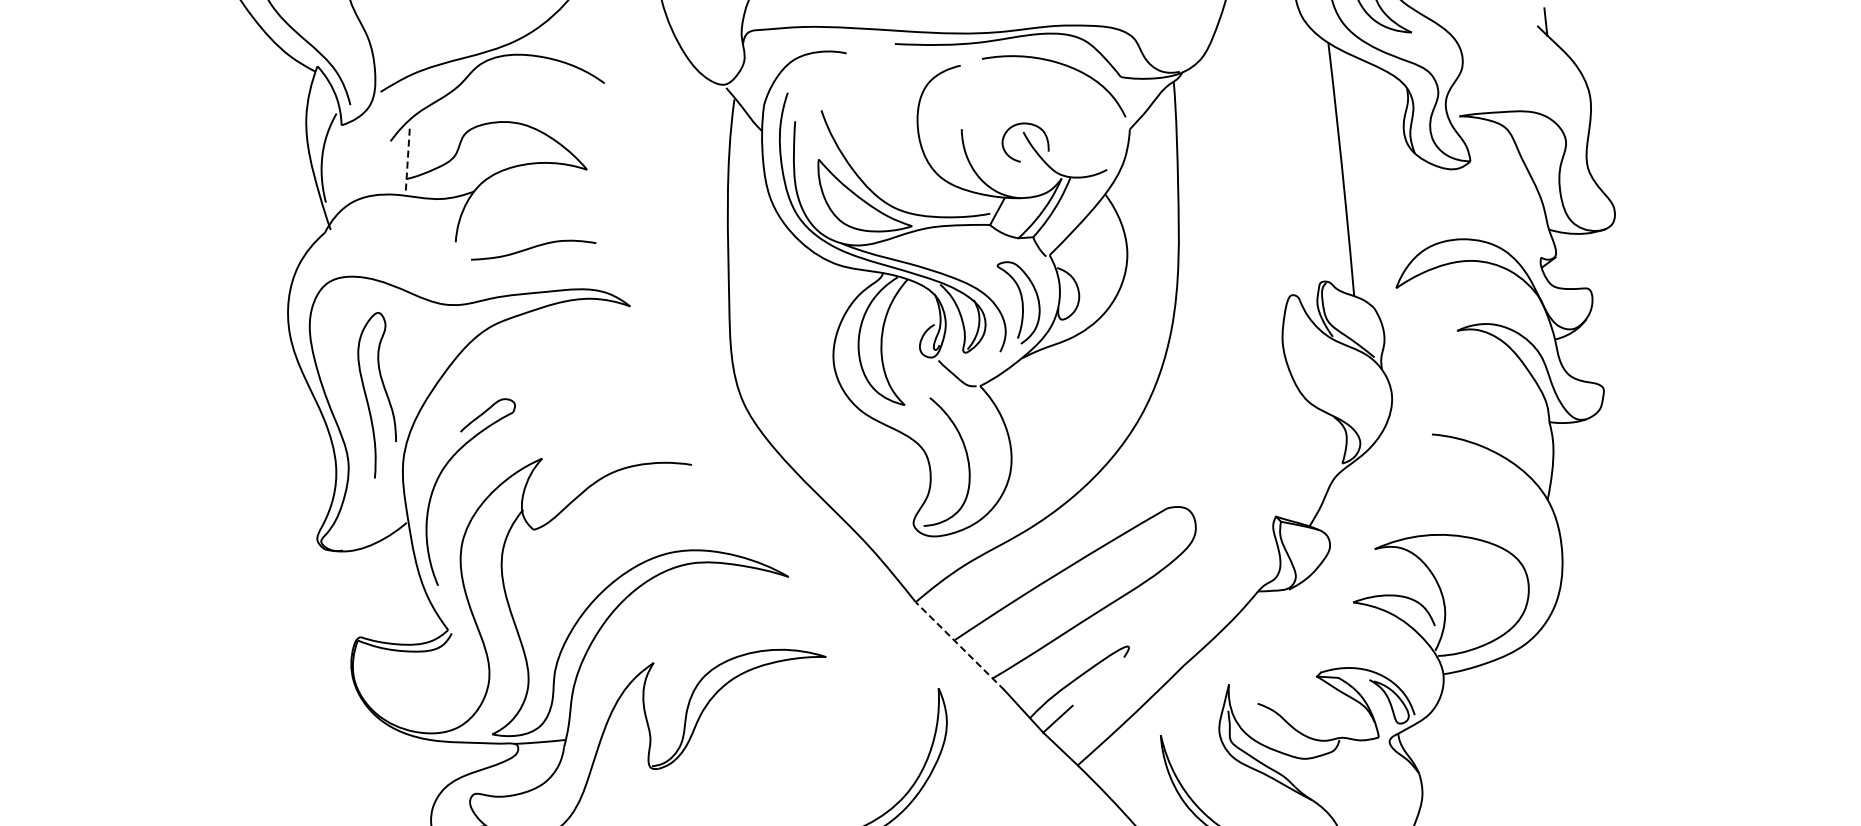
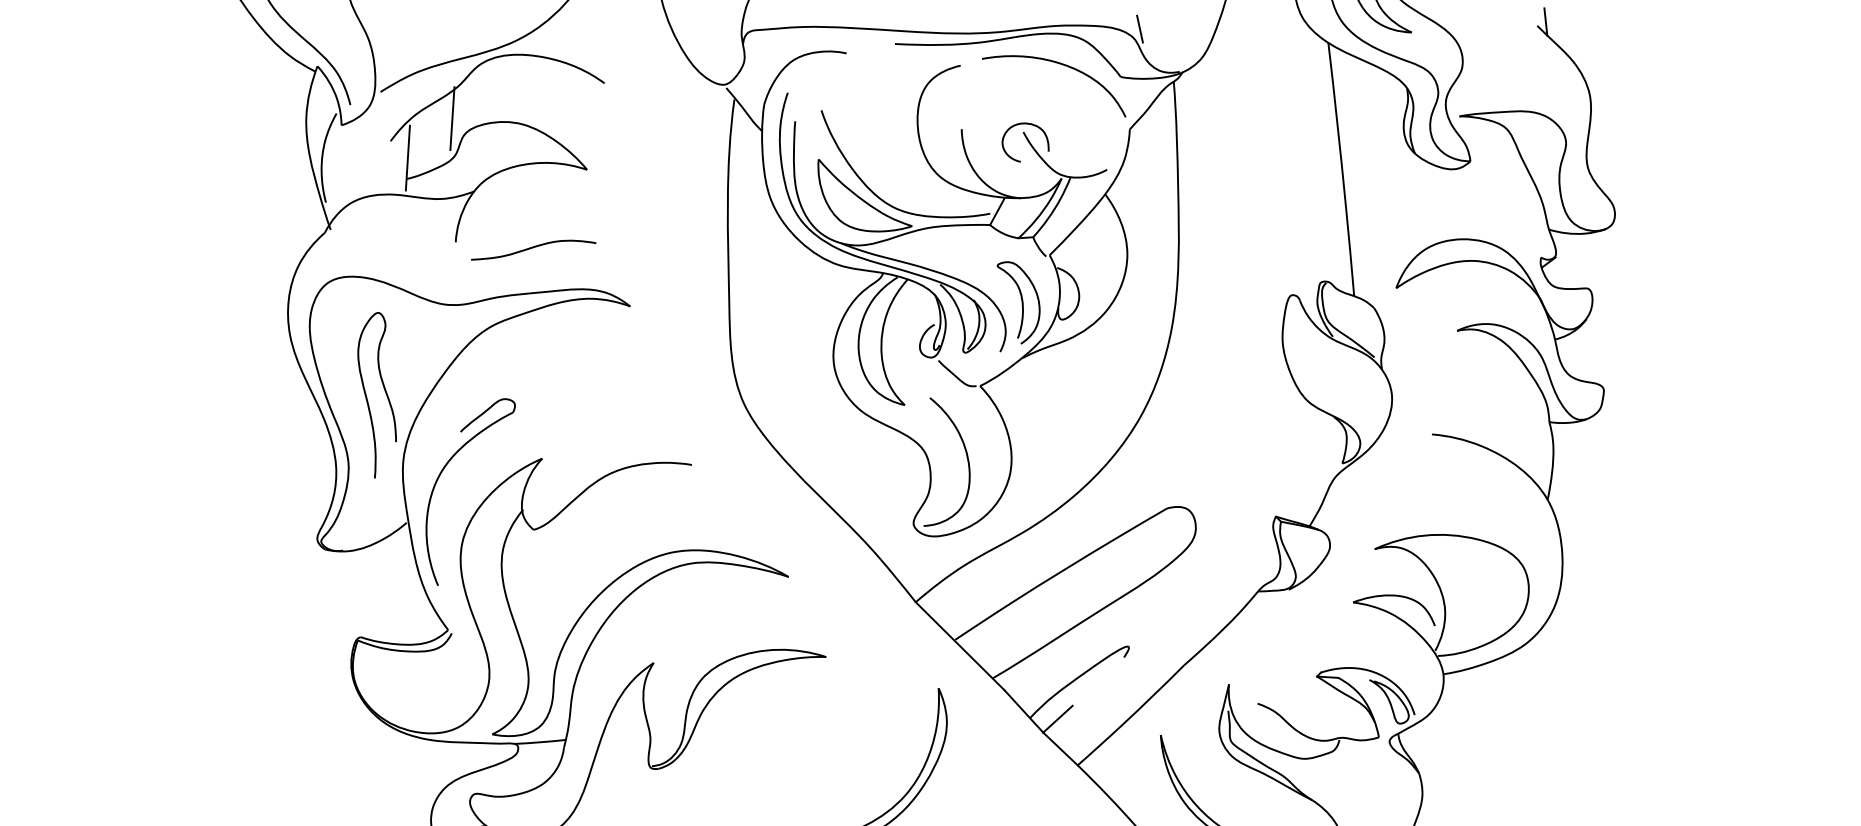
line at (1139, 28): none -> present
line at (452, 118): none -> present
line at (407, 157): dashed -> solid
line at (960, 646): dashed -> solid
